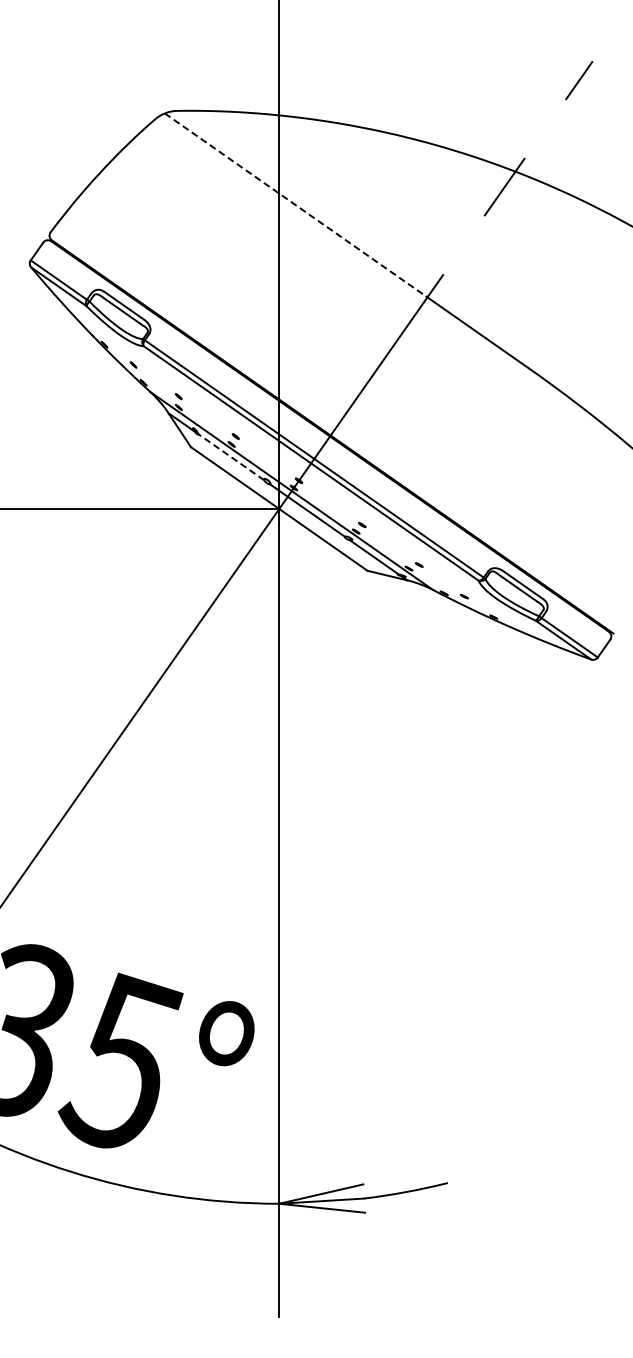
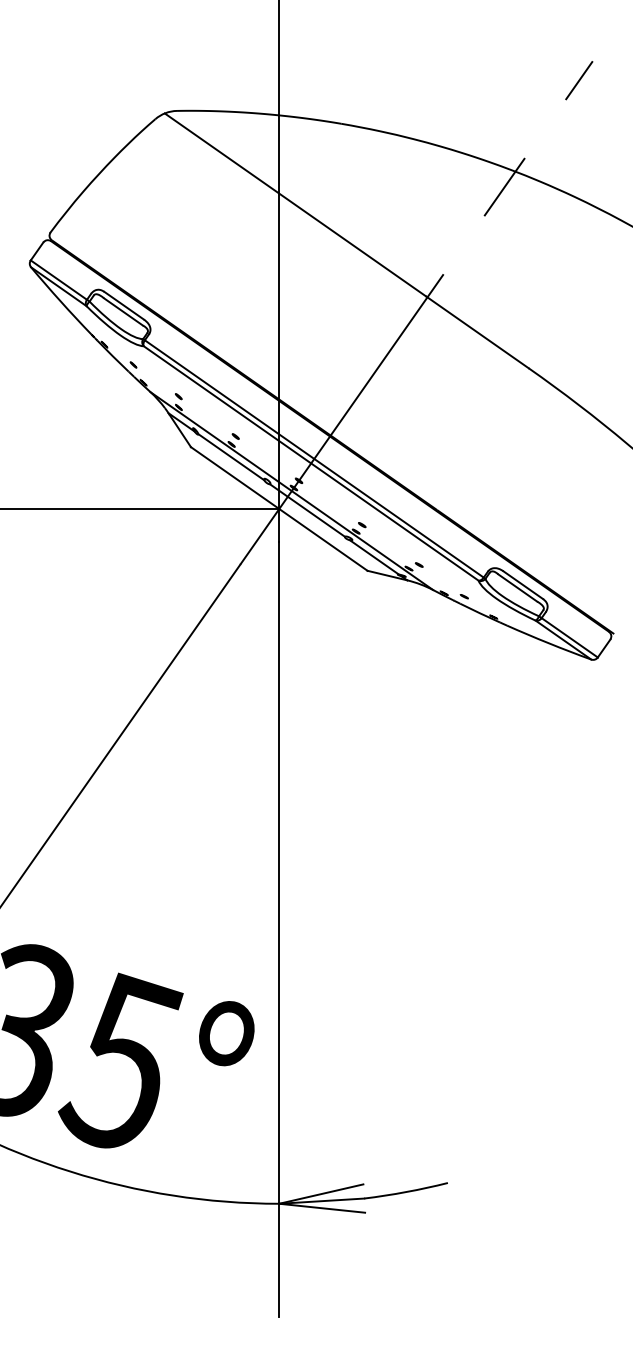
line at (295, 205): dashed -> solid
line at (230, 456): dashed -> solid
